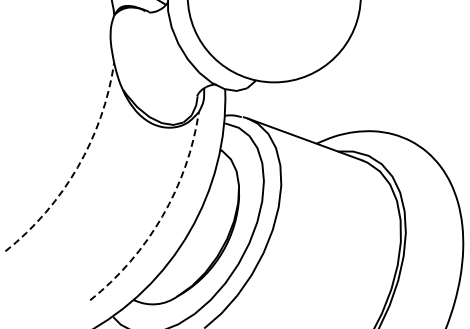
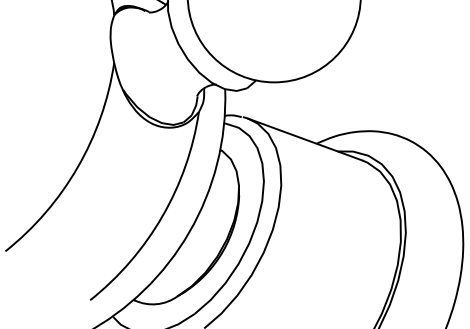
arc at (77, 167): dashed -> solid
arc at (162, 216): dashed -> solid
